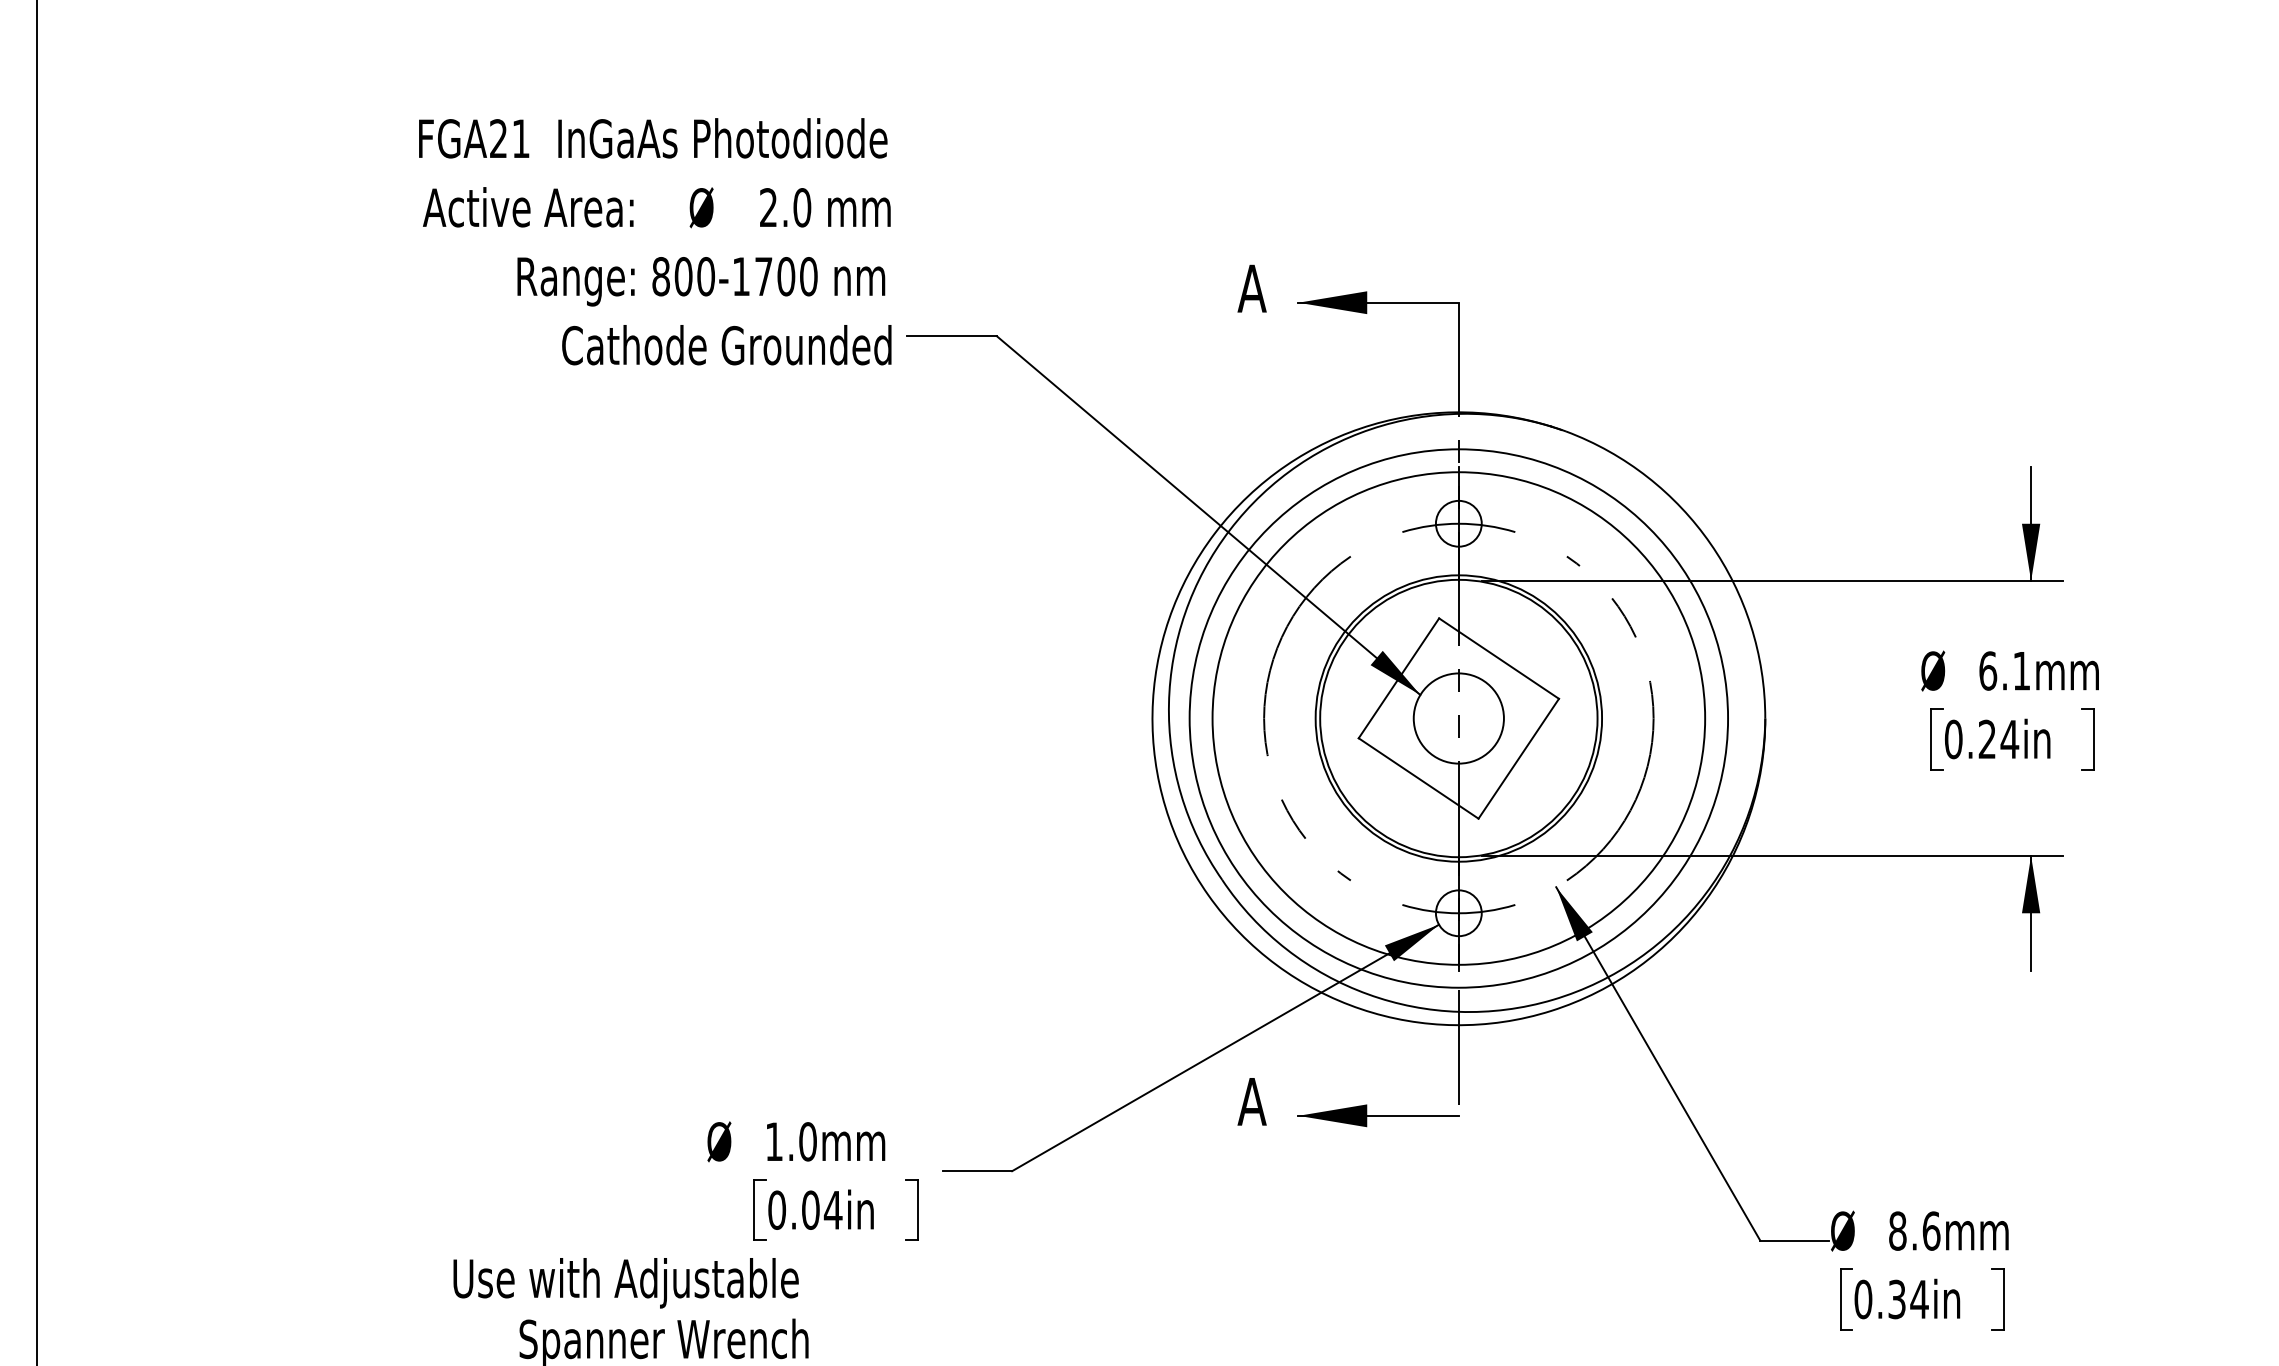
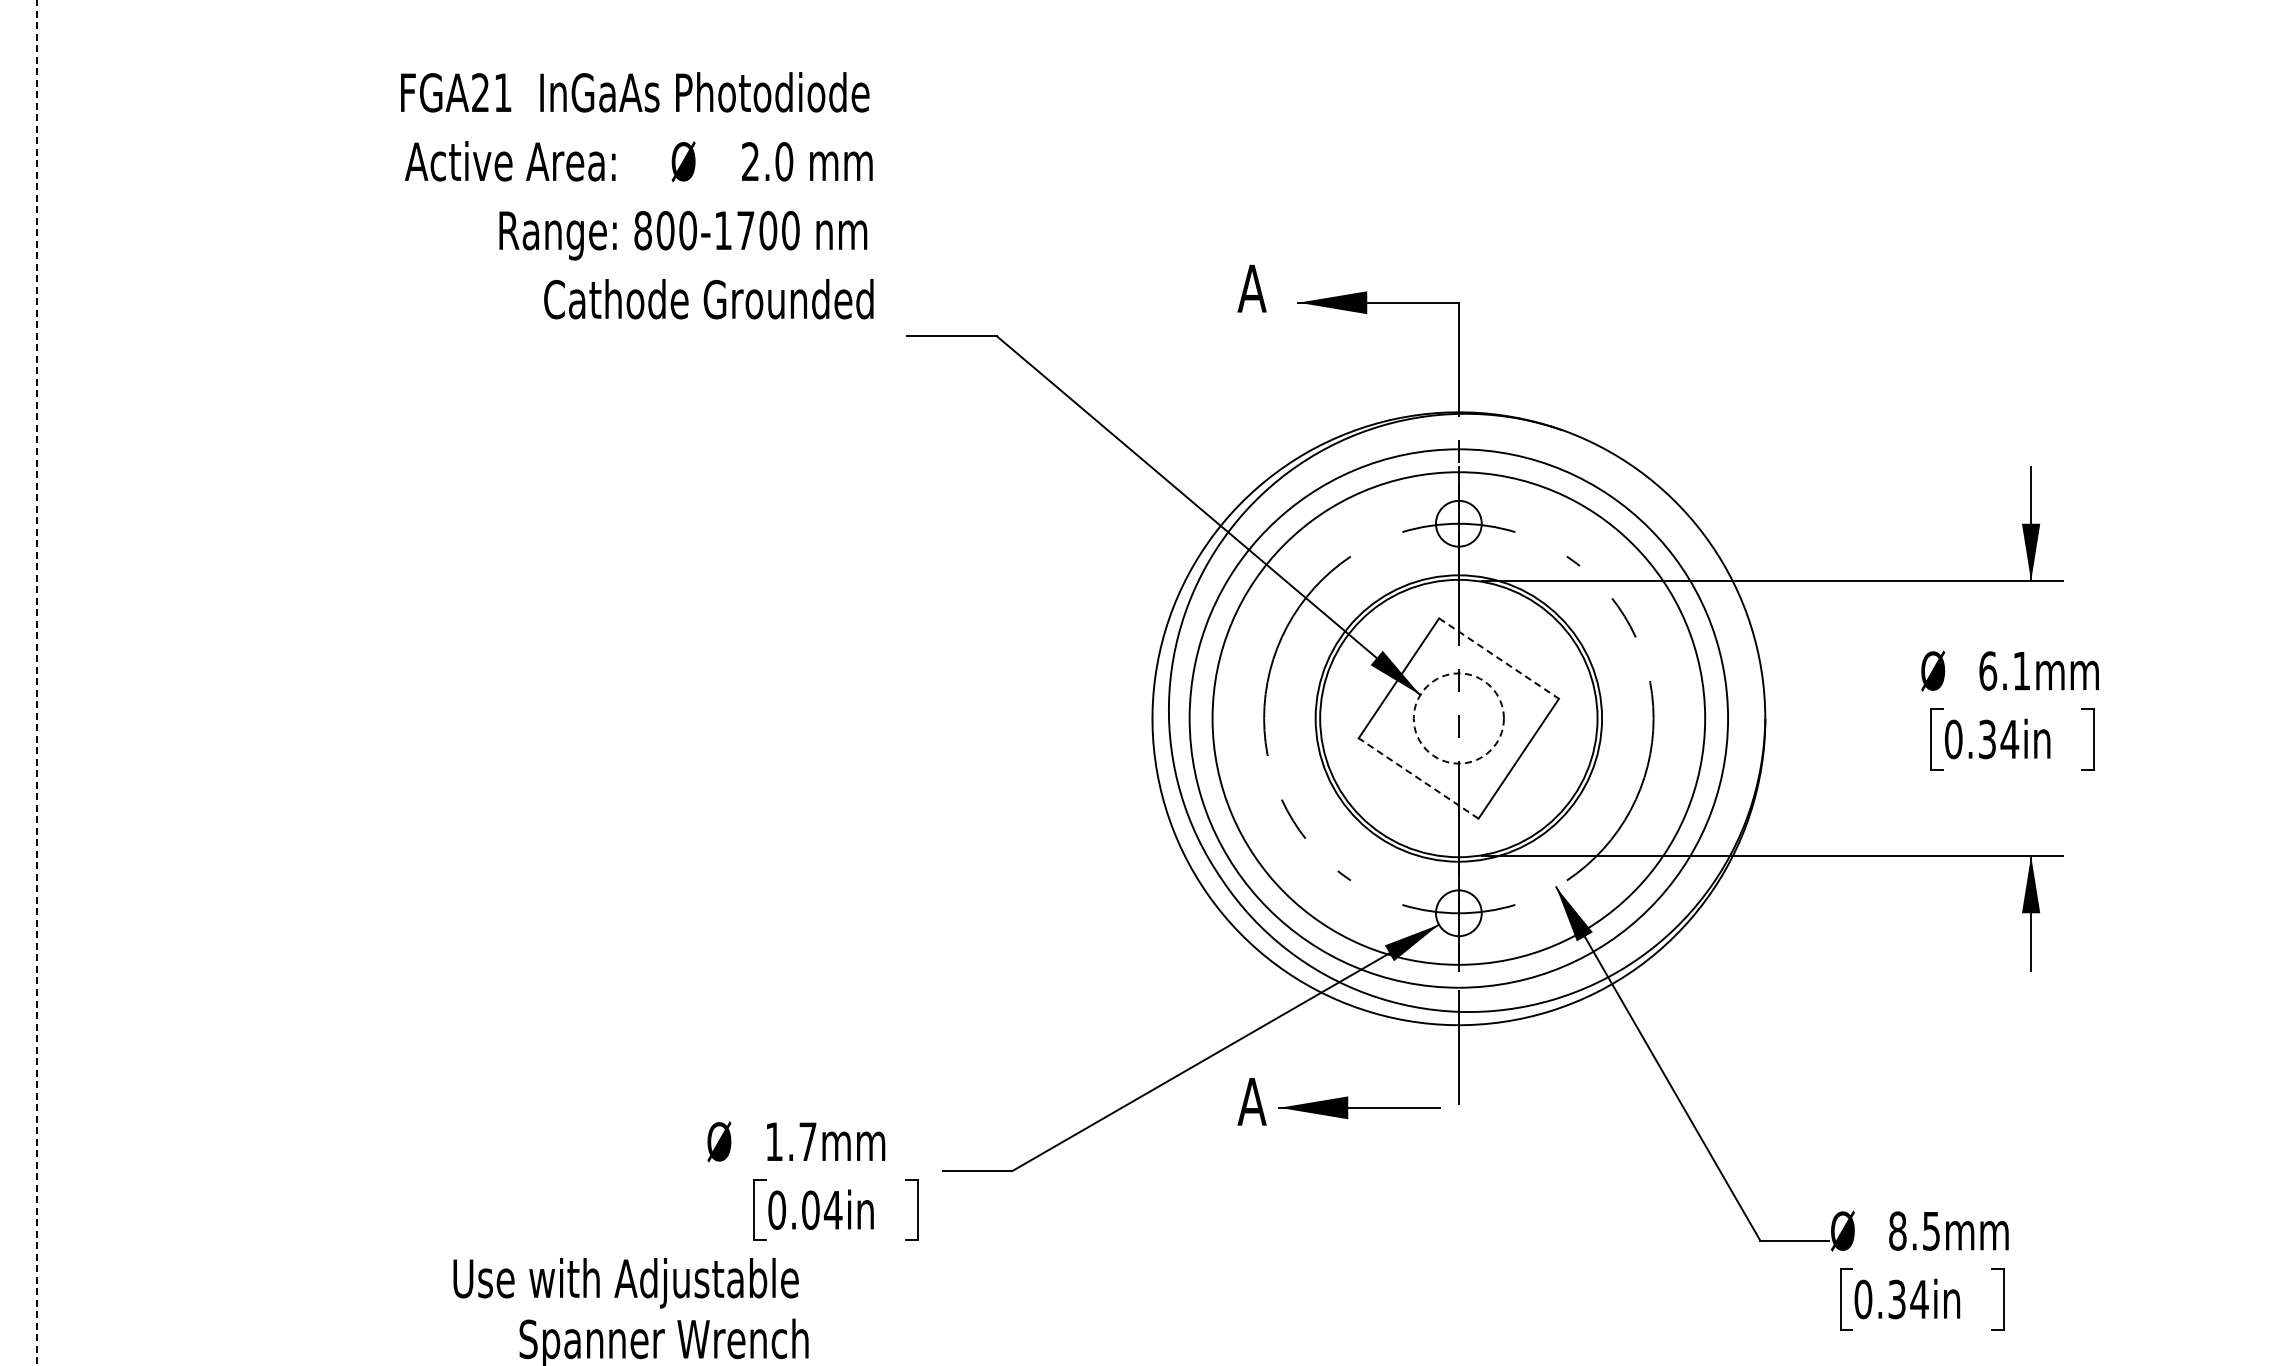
text at (655, 241) position: (655, 241) -> (637, 195)
line at (1499, 658): solid -> dashed
line at (37, 683): solid -> dashed
circle at (1458, 718): solid -> dashed
text at (1986, 739): 0.24in -> 0.34in
line at (1418, 778): solid -> dashed
part at (1378, 1115) position: (1378, 1115) -> (1359, 1107)
text at (807, 1141): 1.0mm -> 1.7mm
text at (1931, 1230): 8.6mm -> 8.5mm
